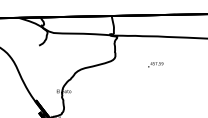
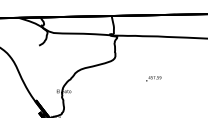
text at (155, 64) position: (155, 64) -> (153, 78)
